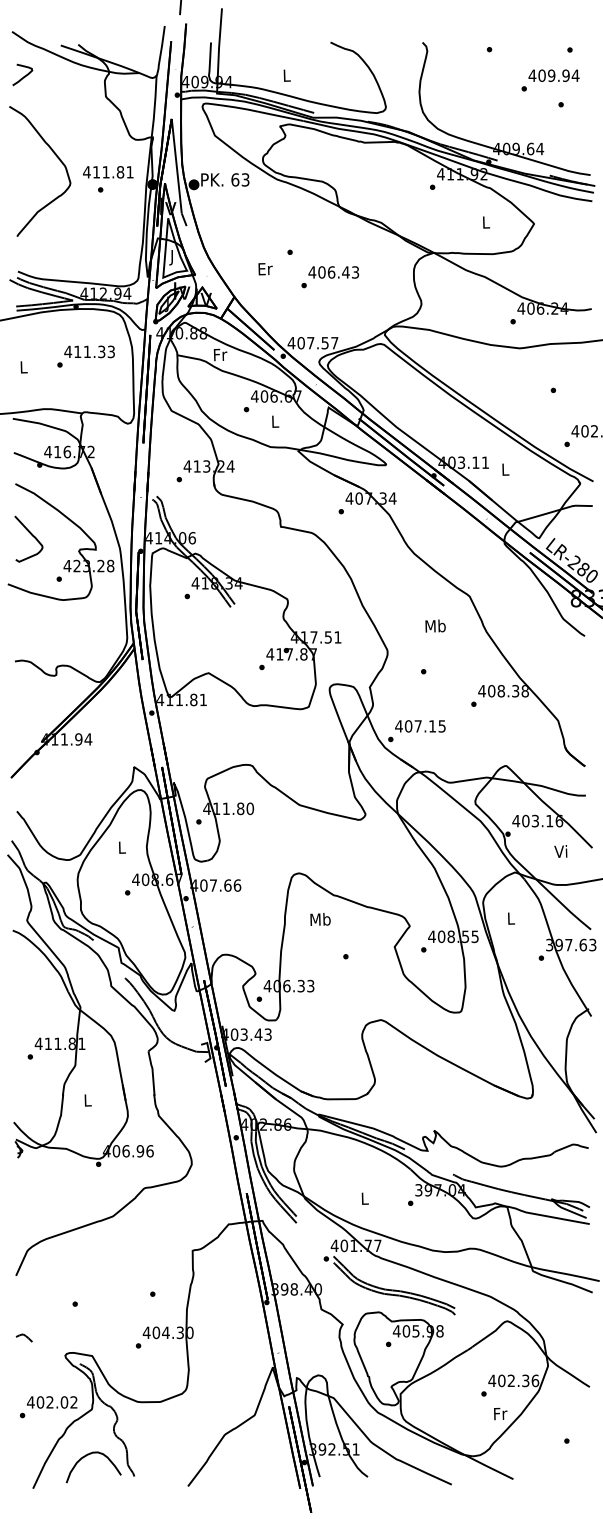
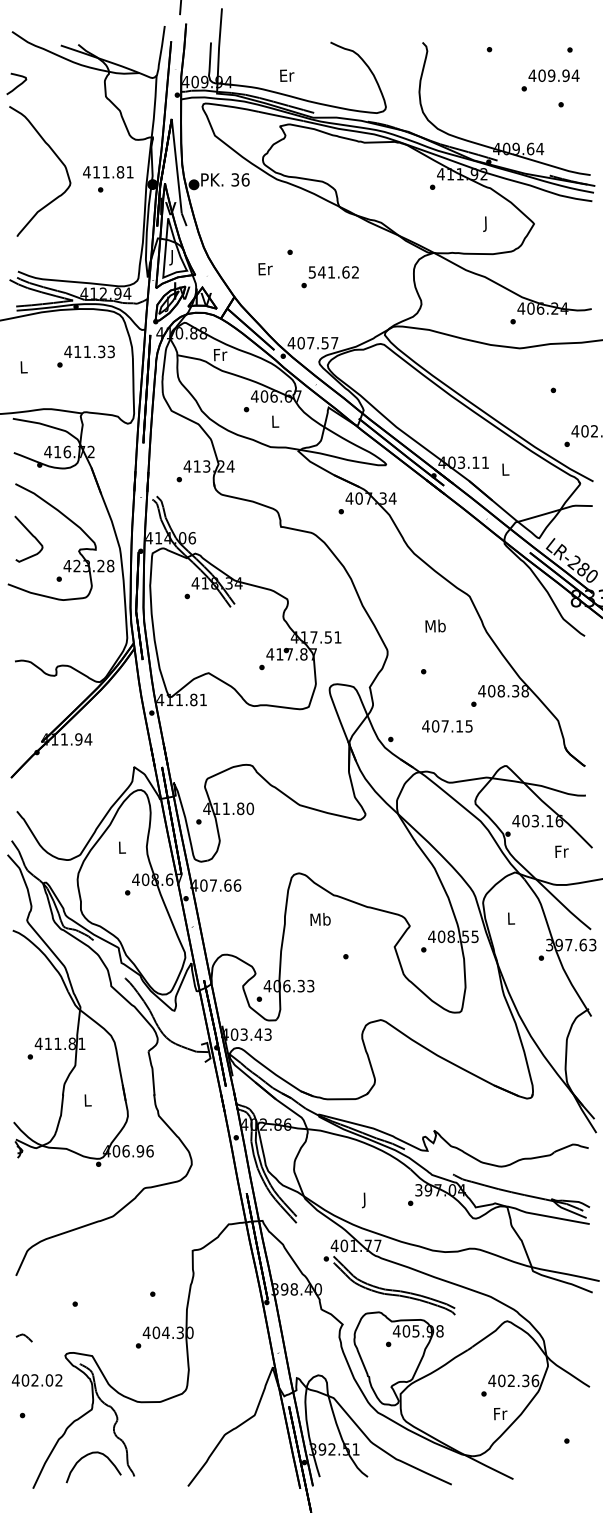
curve at (24, 75) position: (24, 75) -> (18, 84)
text at (287, 75): L -> Er
text at (240, 179): 63 -> 36
text at (486, 223): L -> J
text at (333, 272): 406.43 -> 541.62
text at (420, 726) position: (420, 726) -> (447, 726)
text at (561, 851): Vi -> Fr
text at (364, 1200): L -> J
text at (52, 1402) position: (52, 1402) -> (37, 1380)
